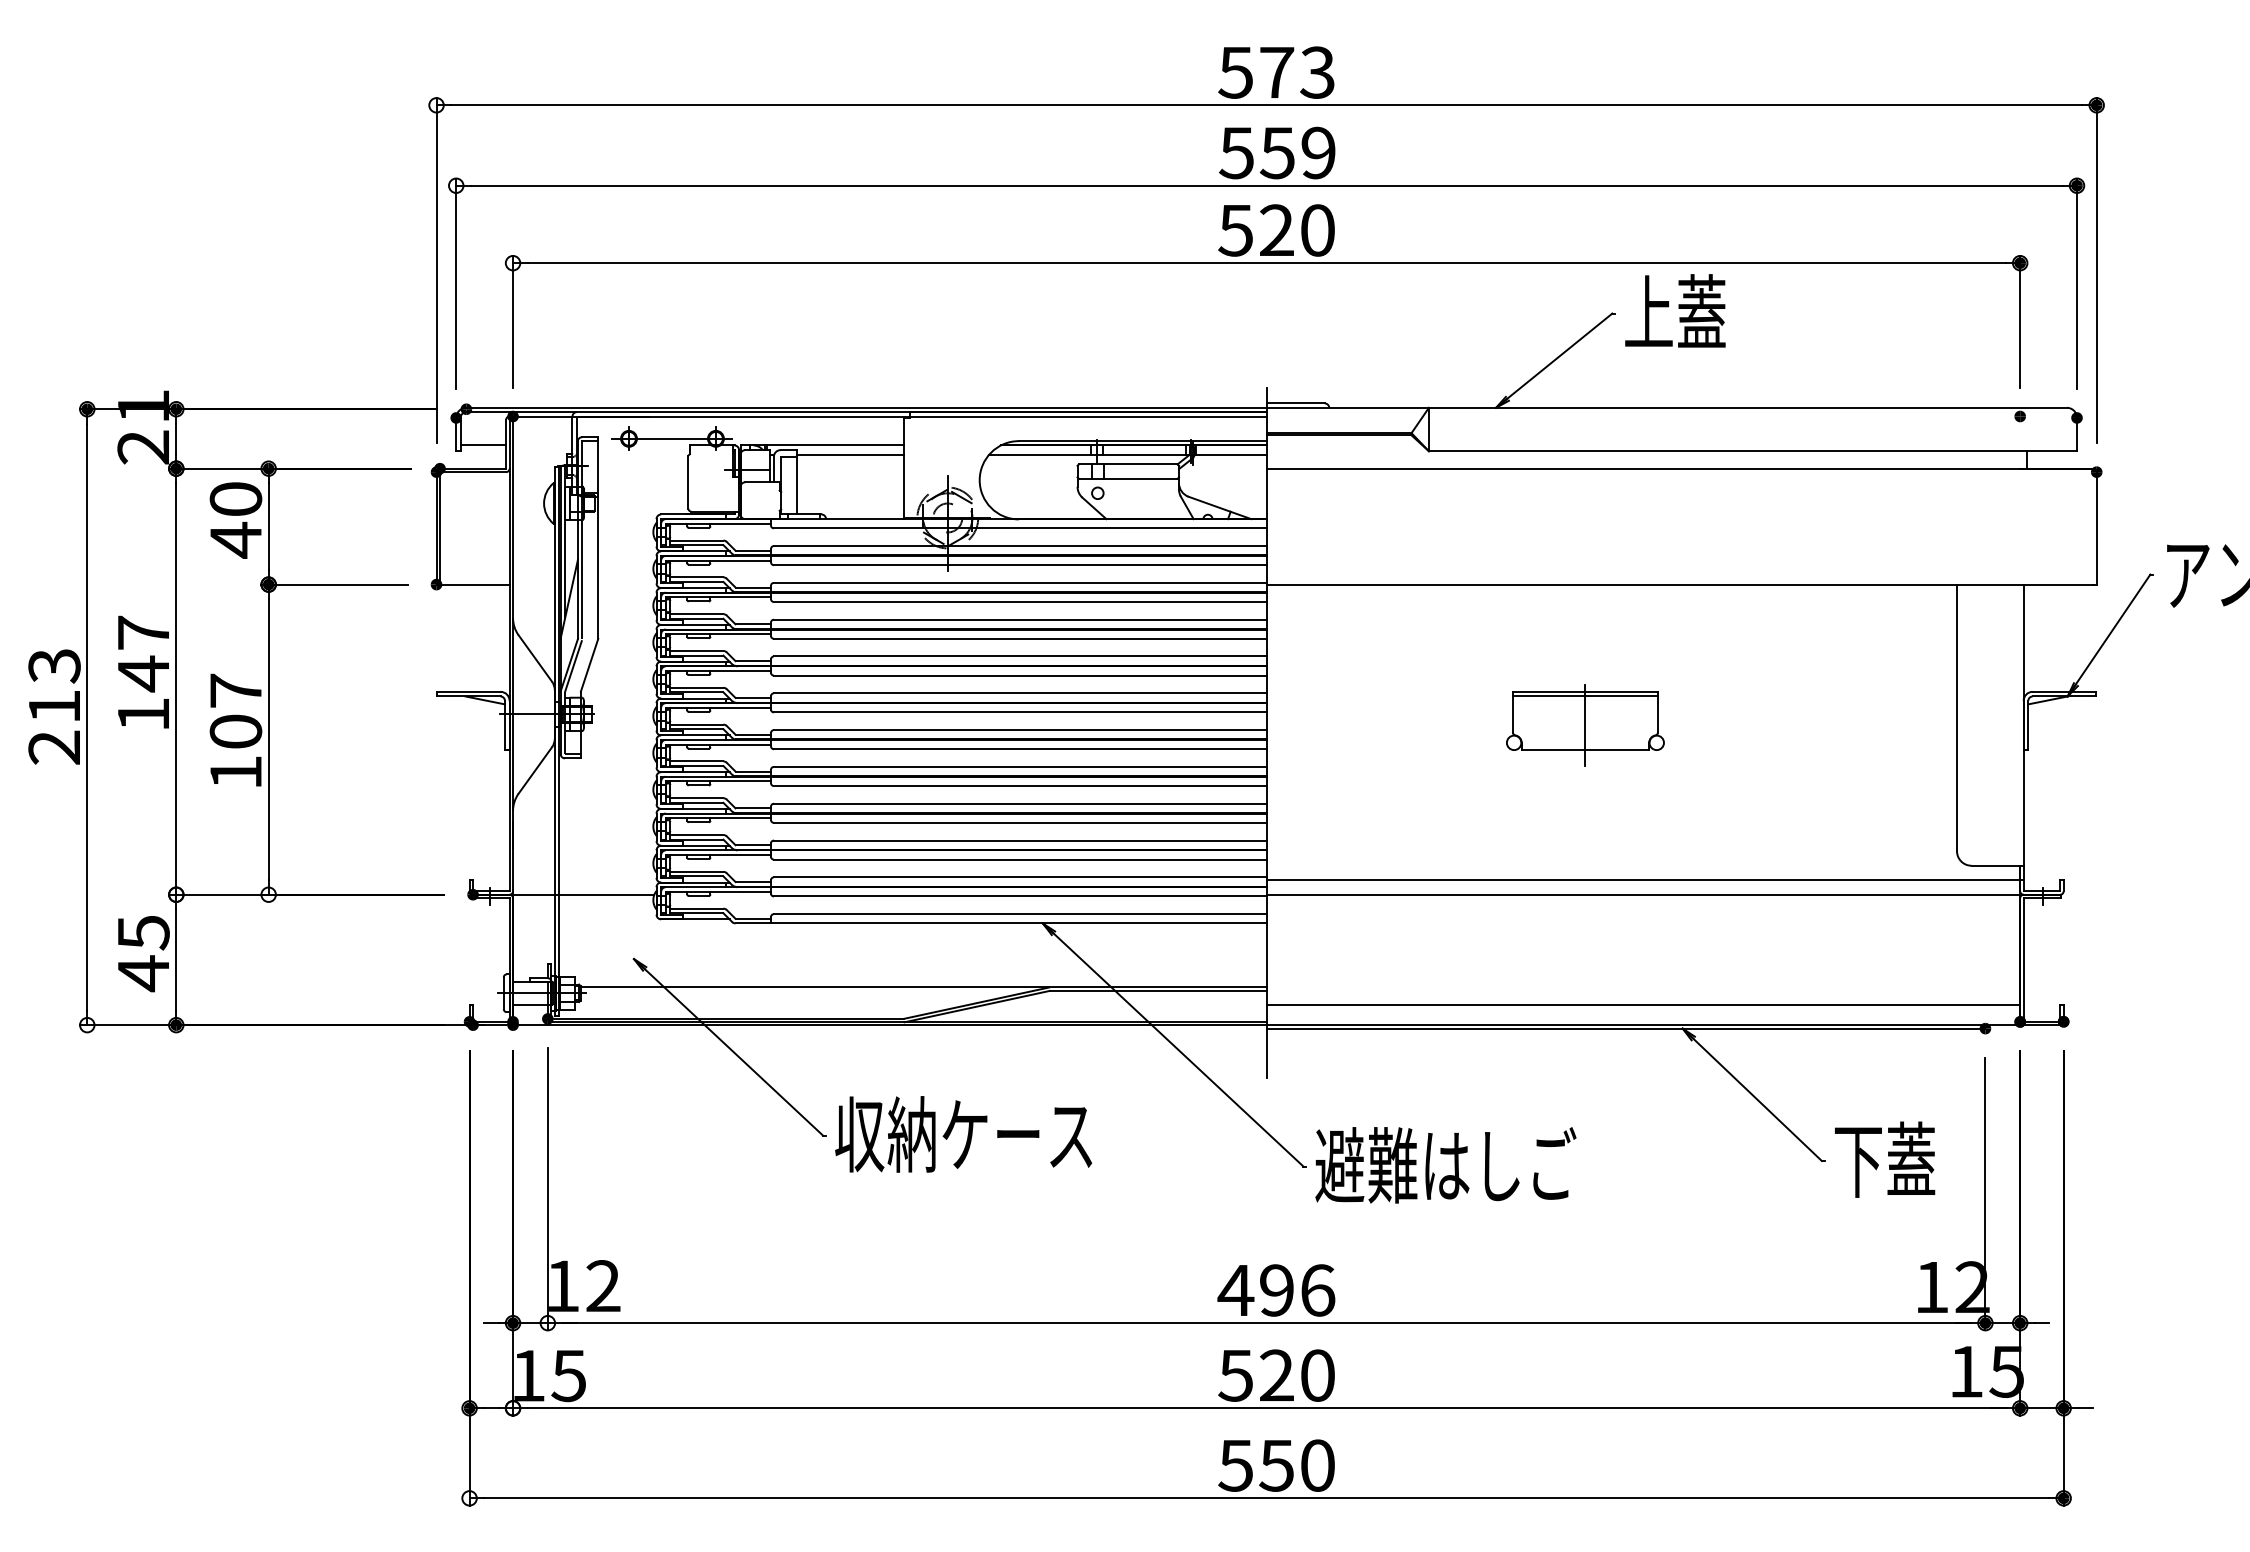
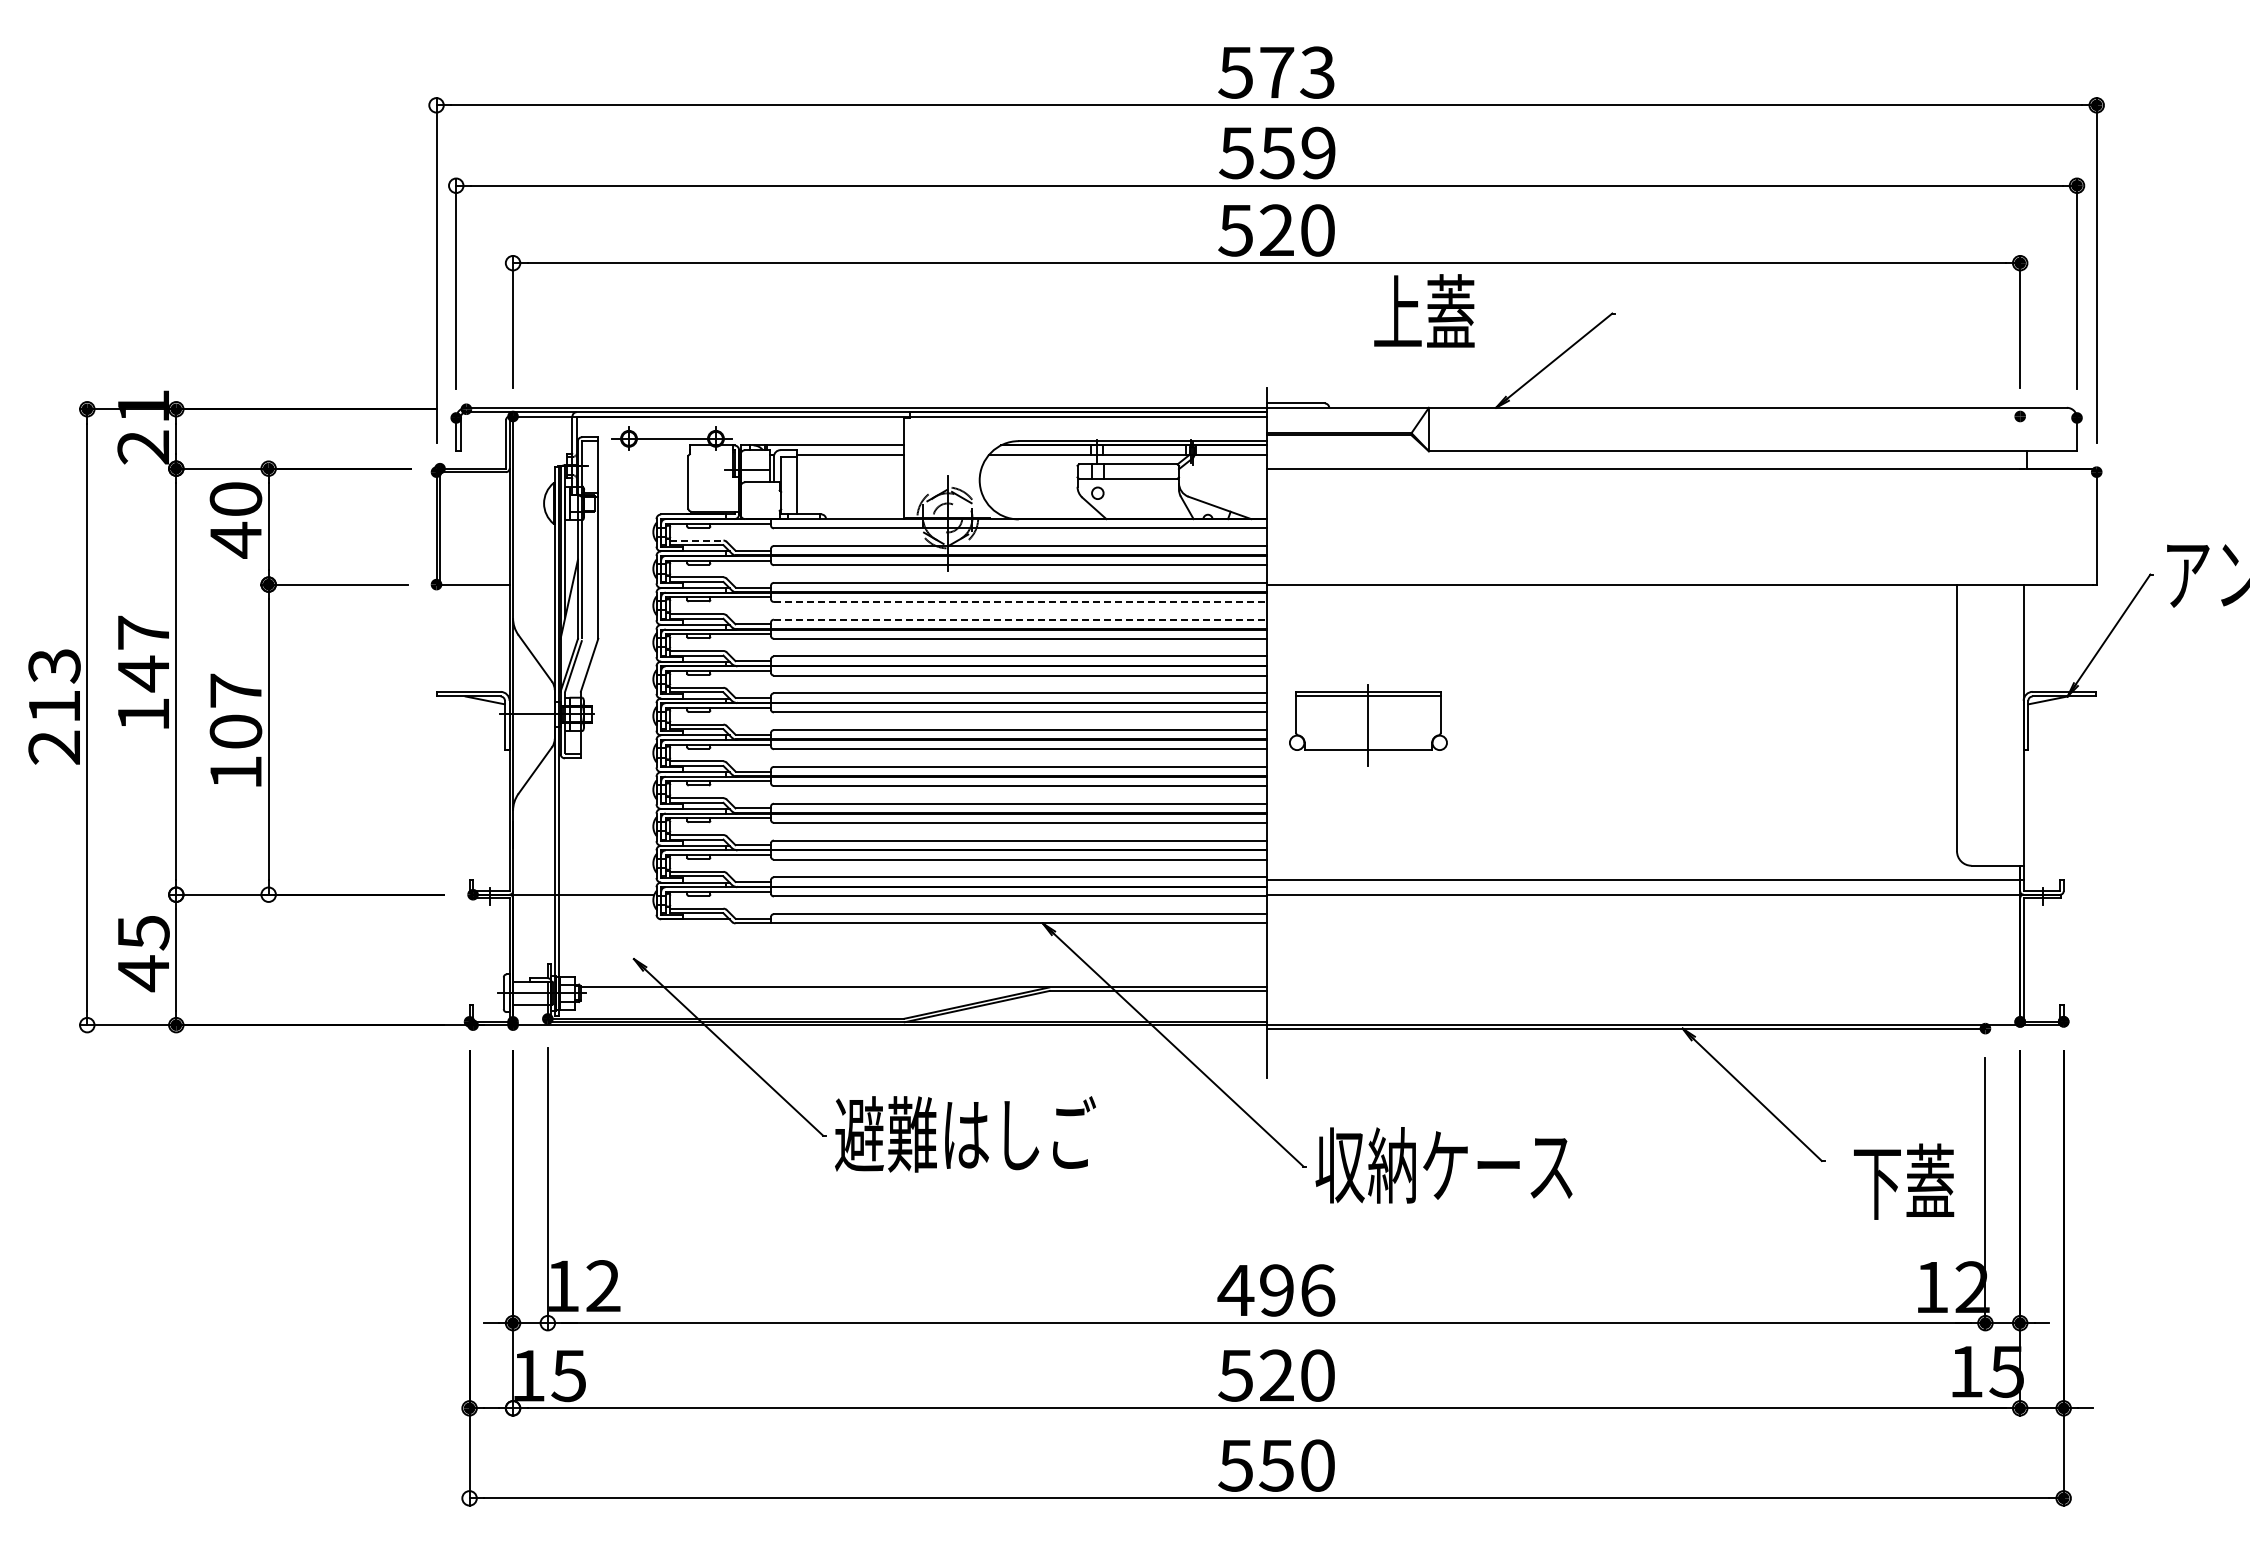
text at (1675, 310) position: (1675, 310) -> (1424, 310)
line at (483, 445): present -> none
line at (696, 540): solid -> dashed
line at (1020, 602): solid -> dashed
line at (1020, 619): solid -> dashed
part at (1585, 725) position: (1585, 725) -> (1368, 725)
line at (1643, 1004): present -> none
text at (965, 1134): 収納ケース -> 避難はしご
text at (1885, 1159) position: (1885, 1159) -> (1904, 1181)
text at (1445, 1165): 避難はしご -> 収納ケース
